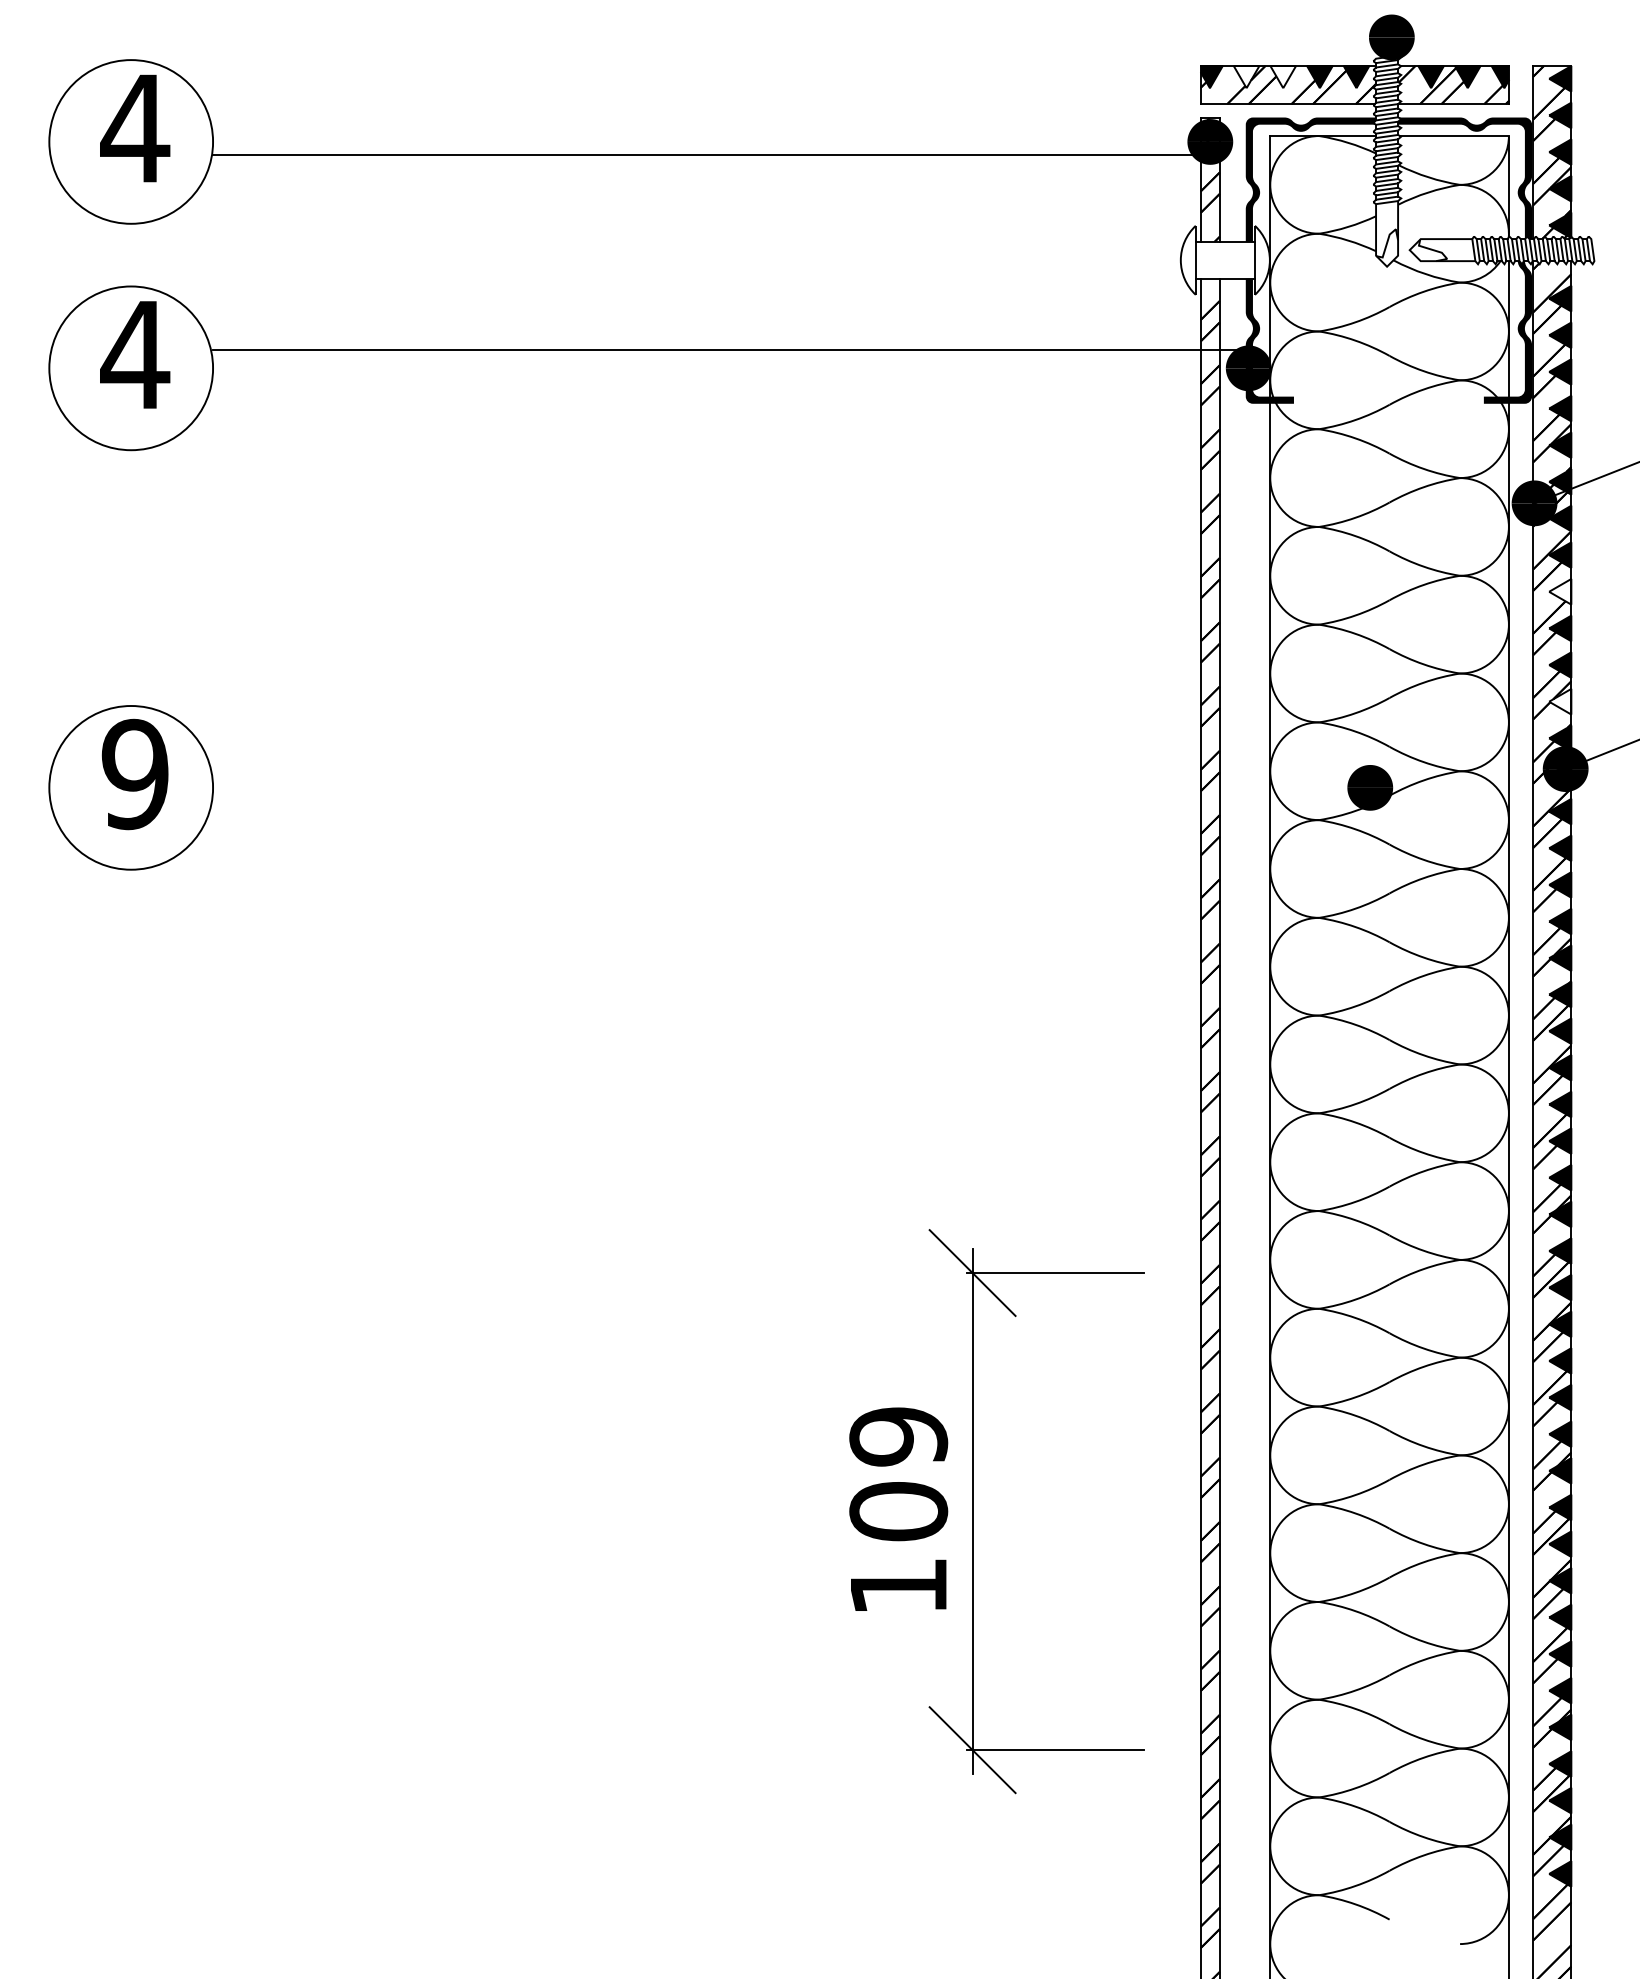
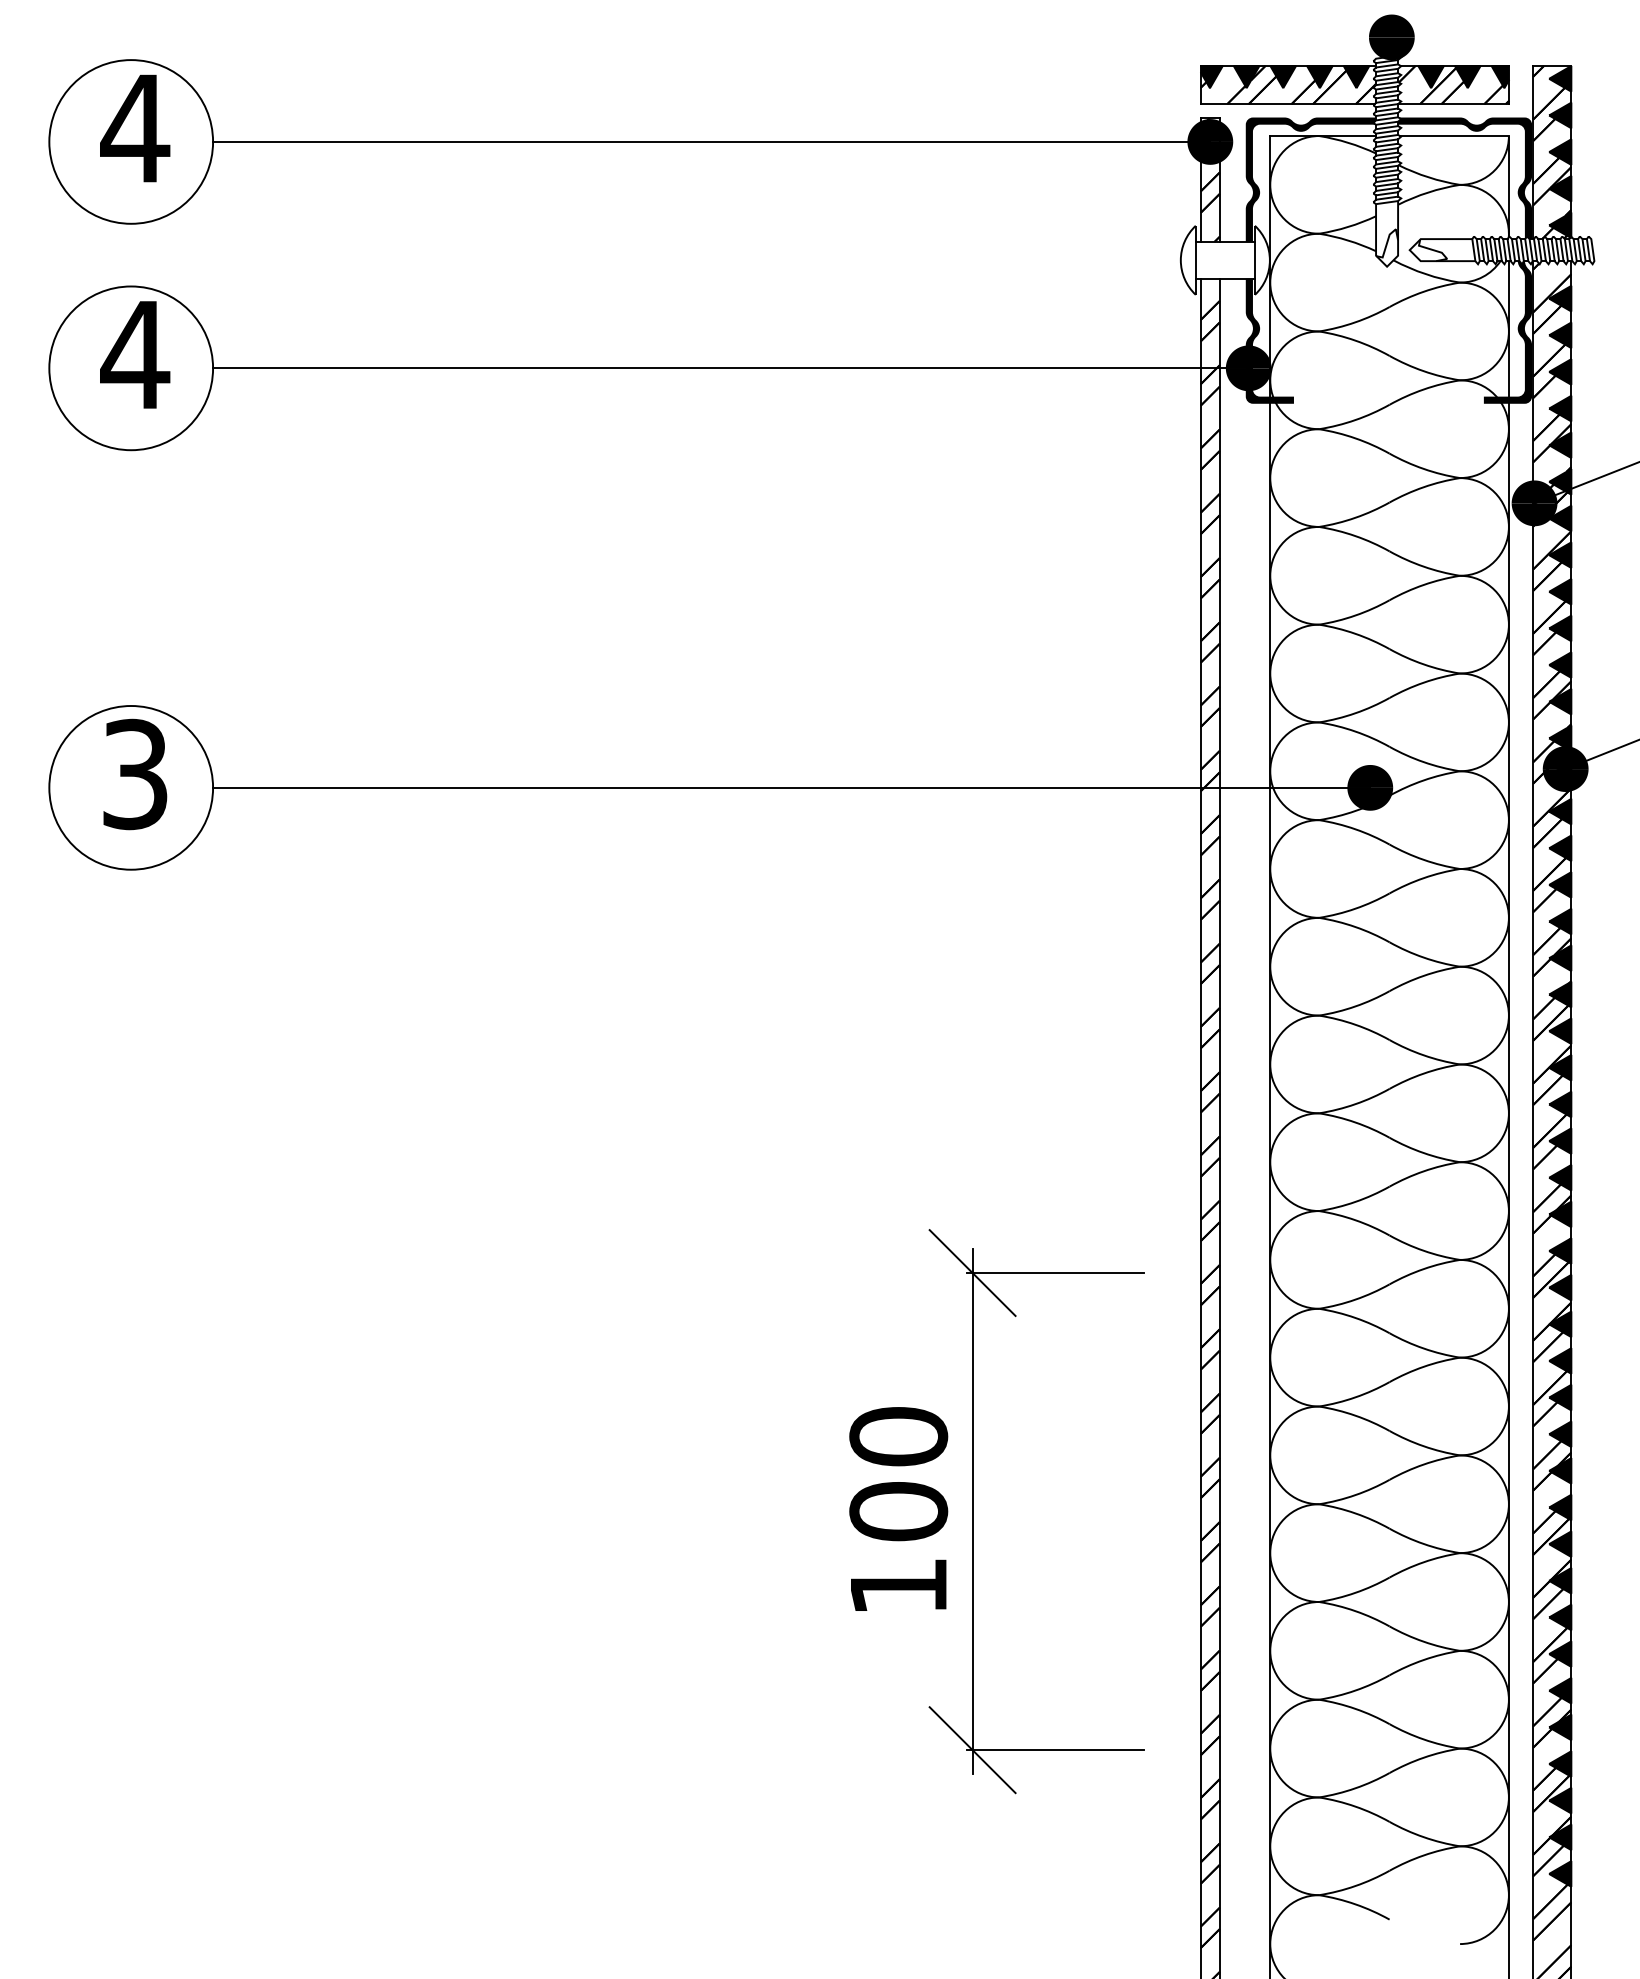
fill at (1246, 77): none -> present
fill at (1283, 77): none -> present
line at (711, 154) position: (711, 154) -> (711, 141)
line at (730, 350) position: (730, 350) -> (730, 368)
fill at (1560, 591): none -> present
fill at (1560, 701): none -> present
text at (134, 774): 9 -> 3
line at (791, 787): none -> present
text at (898, 1436): 109 -> 100
